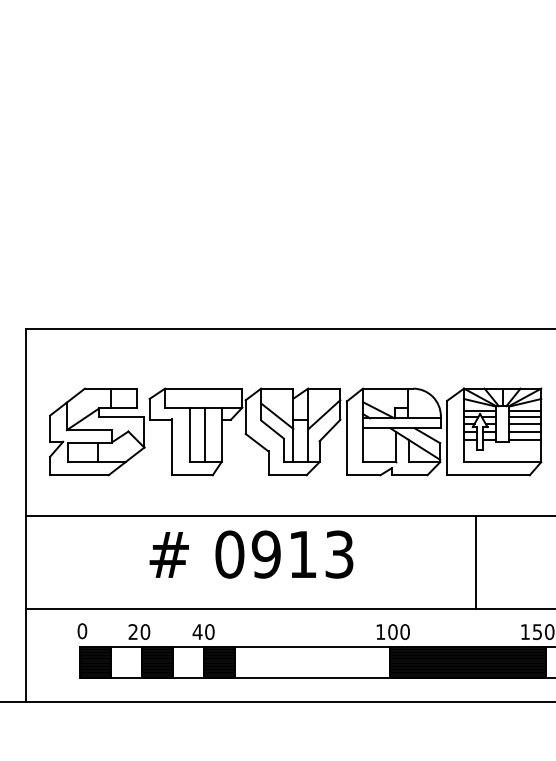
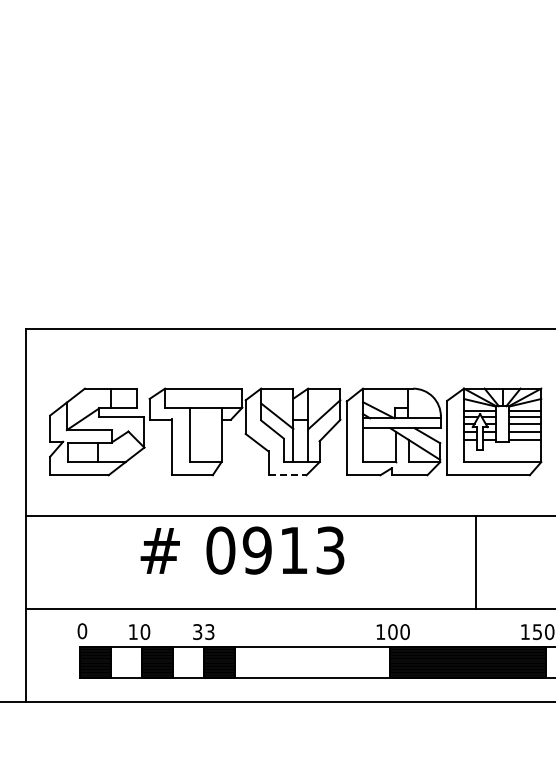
line at (204, 434): present -> none
line at (288, 475): solid -> dashed
text at (251, 554) position: (251, 554) -> (242, 550)
text at (132, 631): 20 -> 10
text at (203, 632): 40 -> 33
